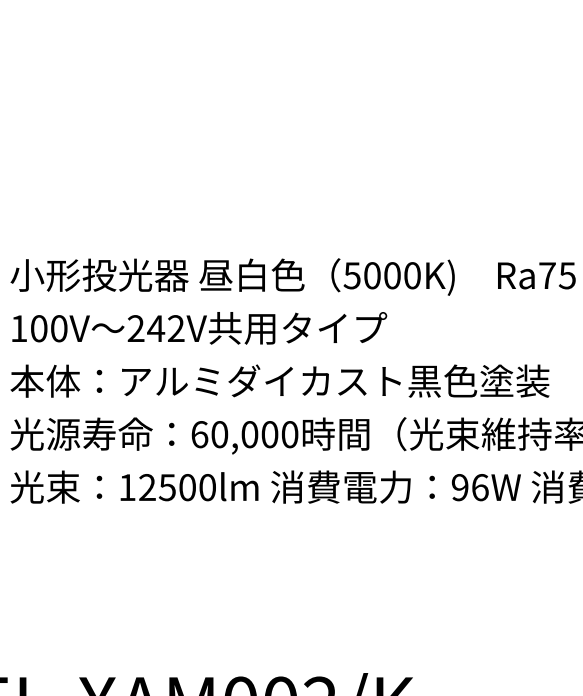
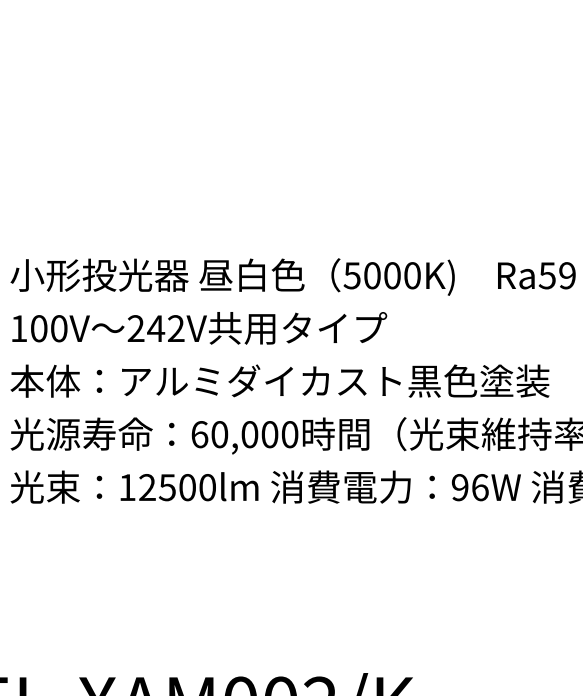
text at (556, 275): Ra75 -> Ra59
